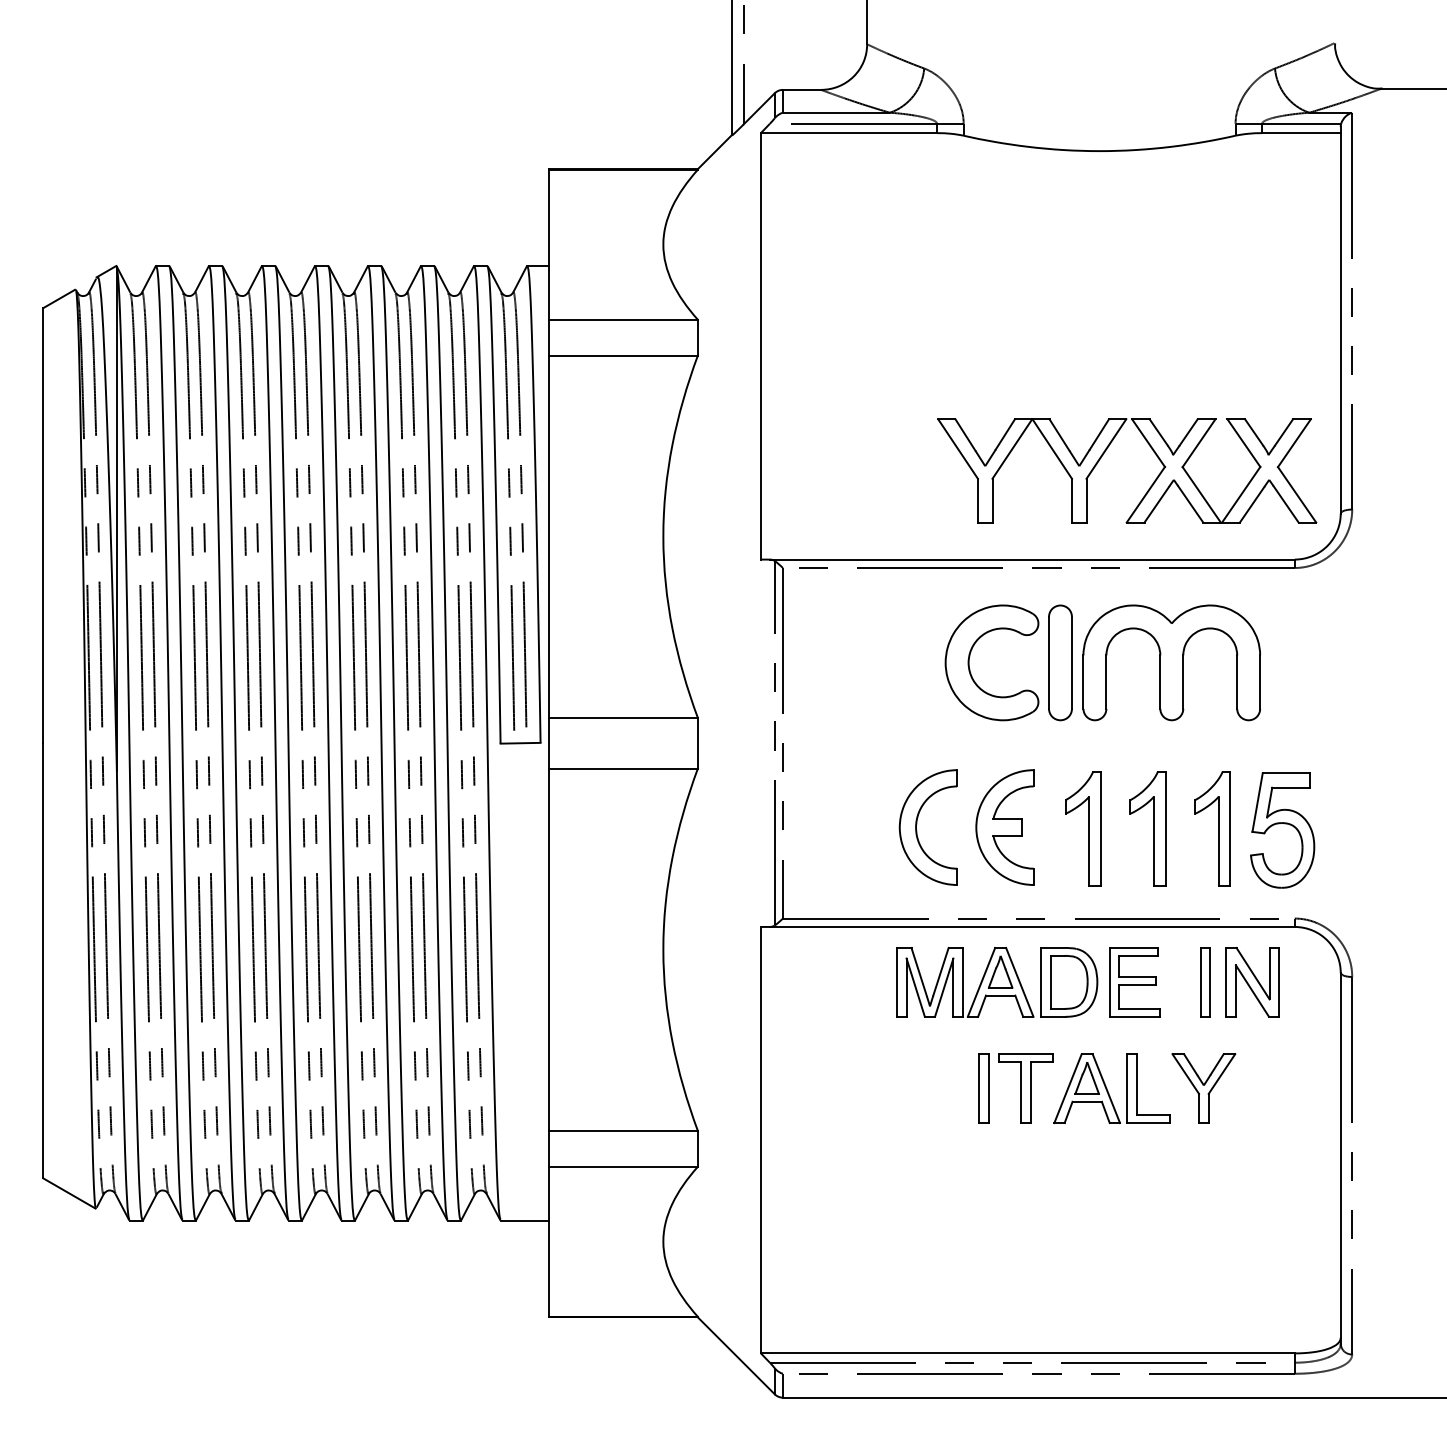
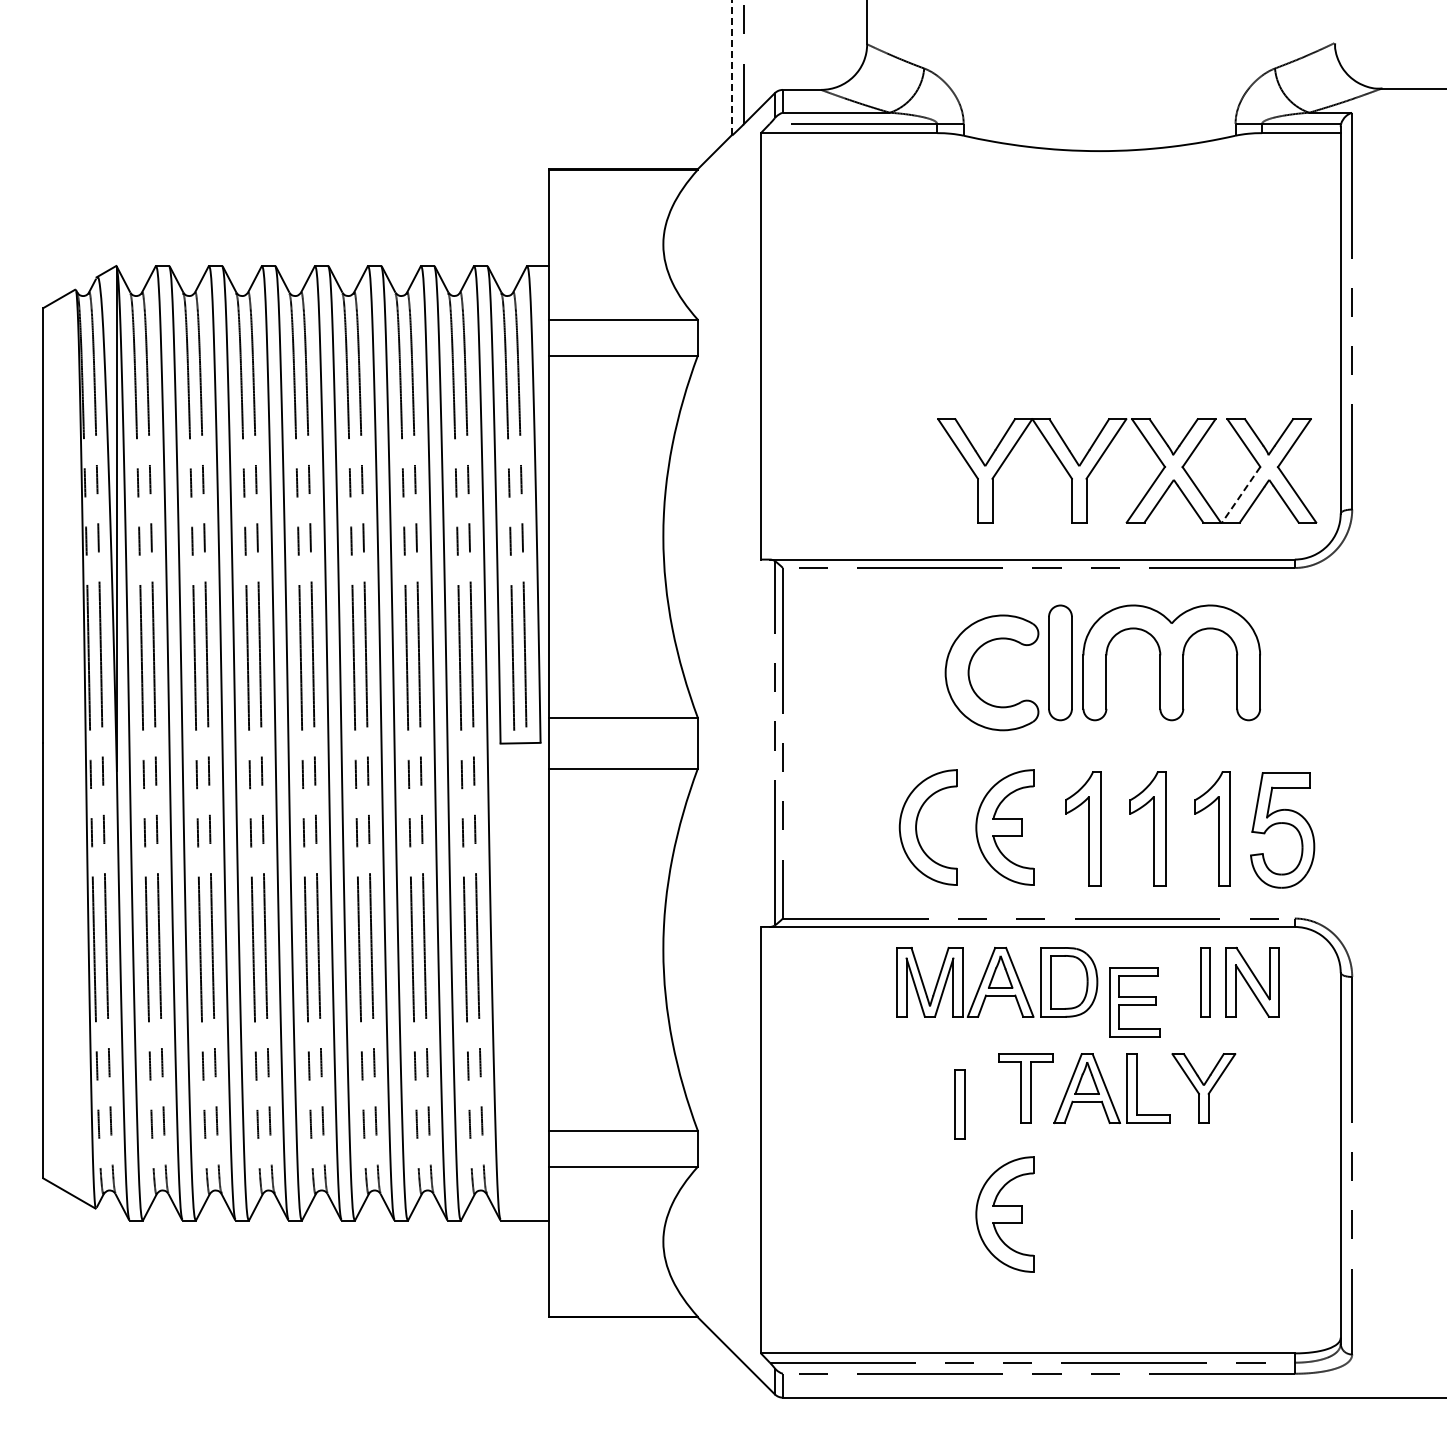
line at (732, 67): solid -> dashed
line at (1241, 494): solid -> dashed
part at (970, 656) position: (970, 656) -> (970, 666)
part at (1134, 982) position: (1134, 982) -> (1134, 1002)
part at (983, 1088) position: (983, 1088) -> (959, 1104)
part at (1004, 1214): none -> present
